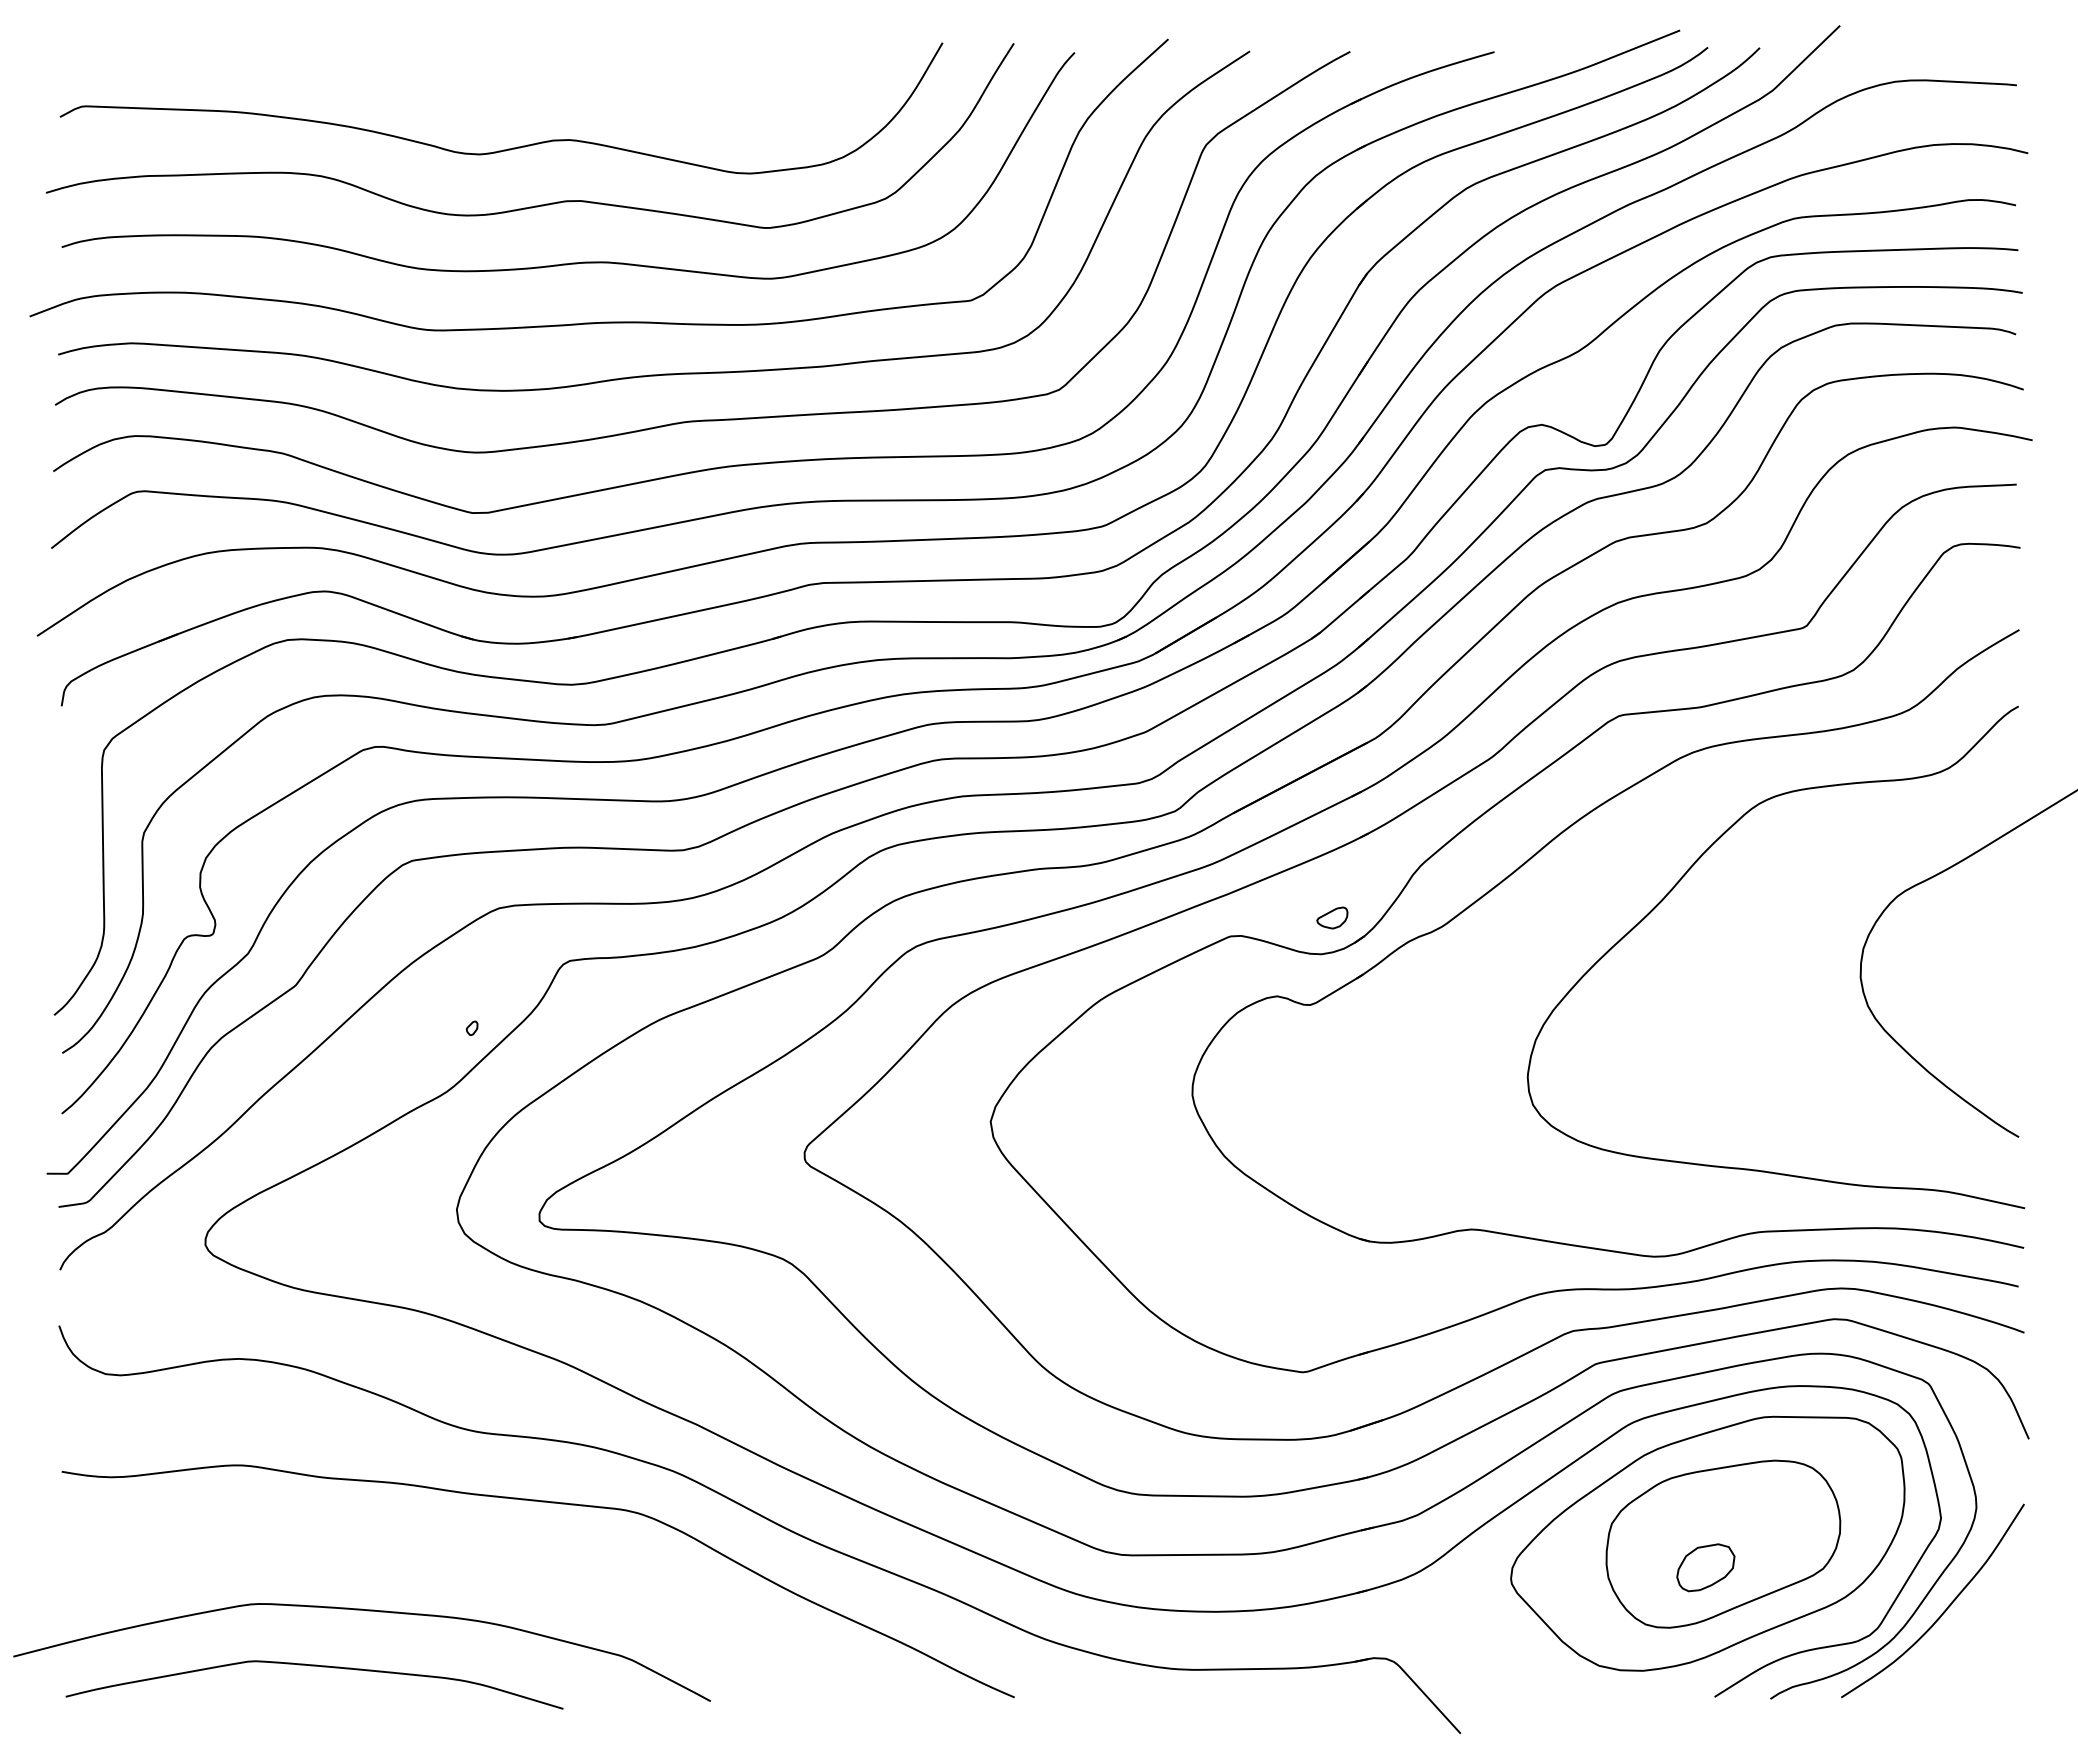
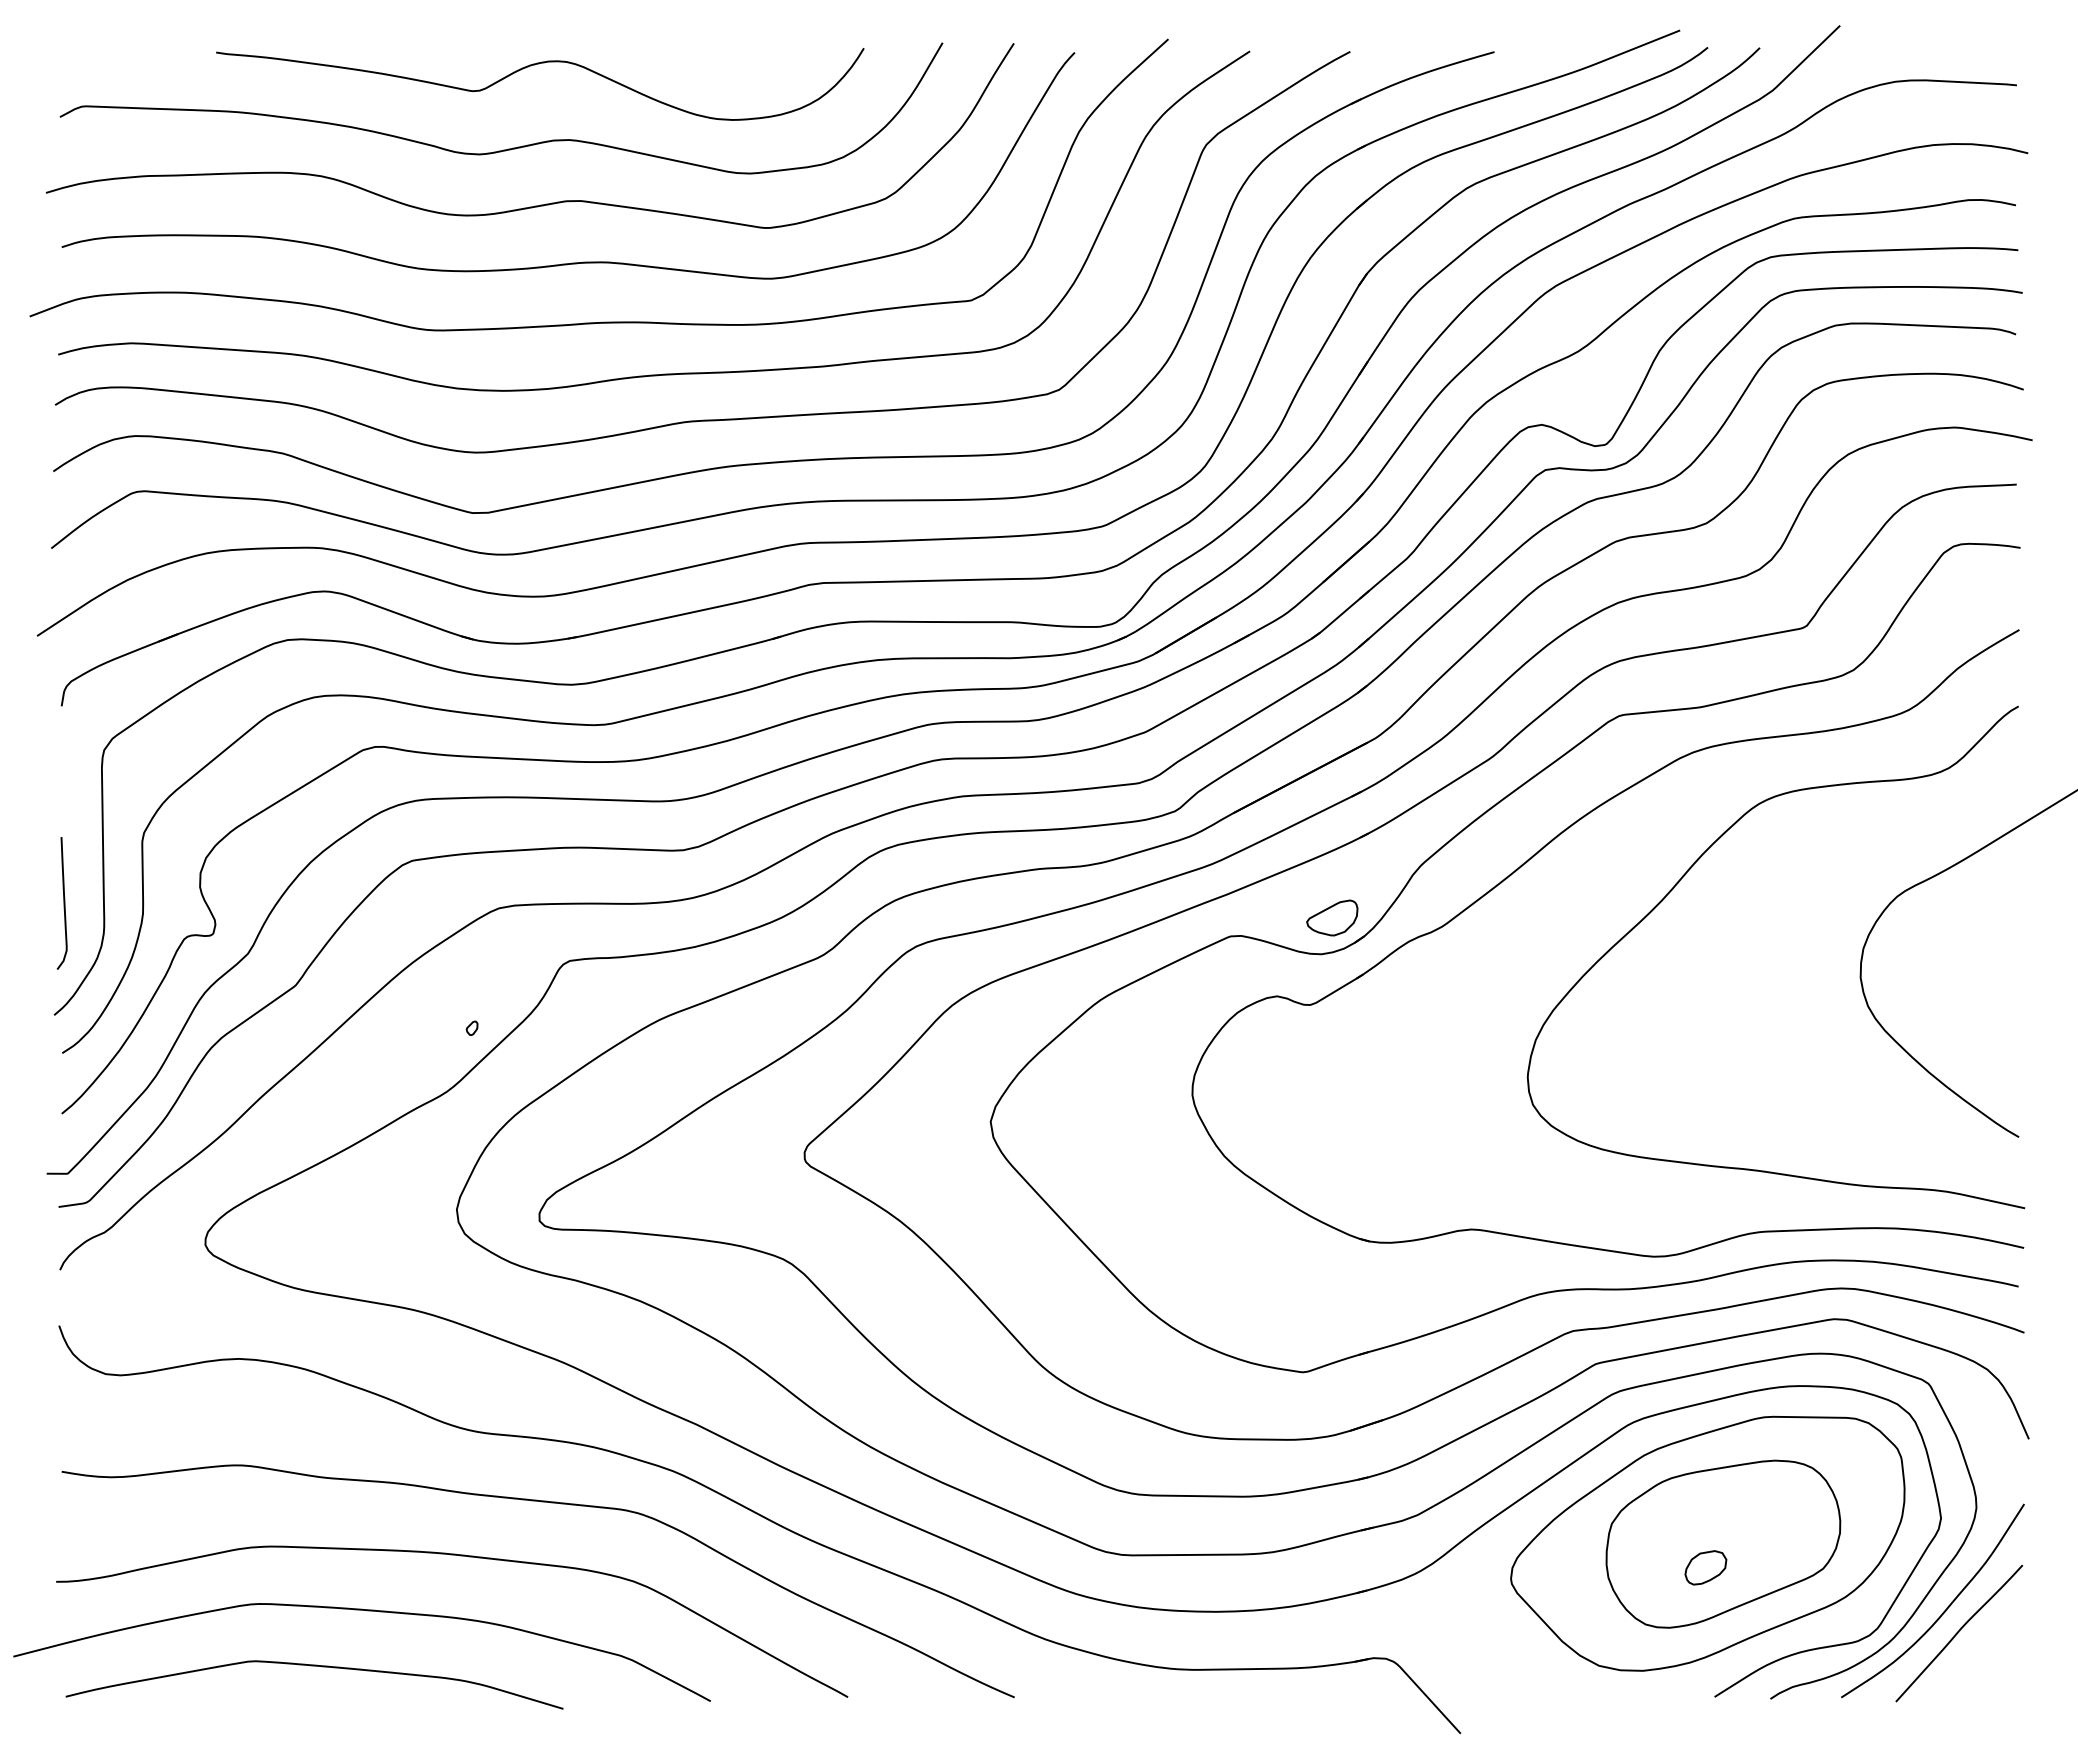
curve at (535, 65): none -> present
curve at (63, 903): none -> present
part at (1332, 917) size: 33x24 px -> 53x38 px
curve at (459, 1556): none -> present
part at (1705, 1567) size: 60x50 px -> 44x36 px
curve at (1959, 1632): none -> present
